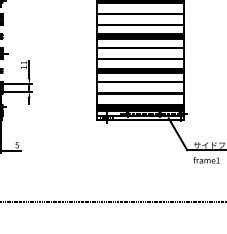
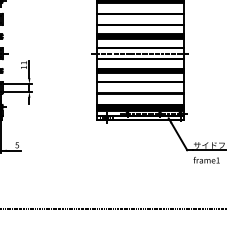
line at (139, 53): none -> present
line at (112, 202) position: (112, 202) -> (112, 209)
